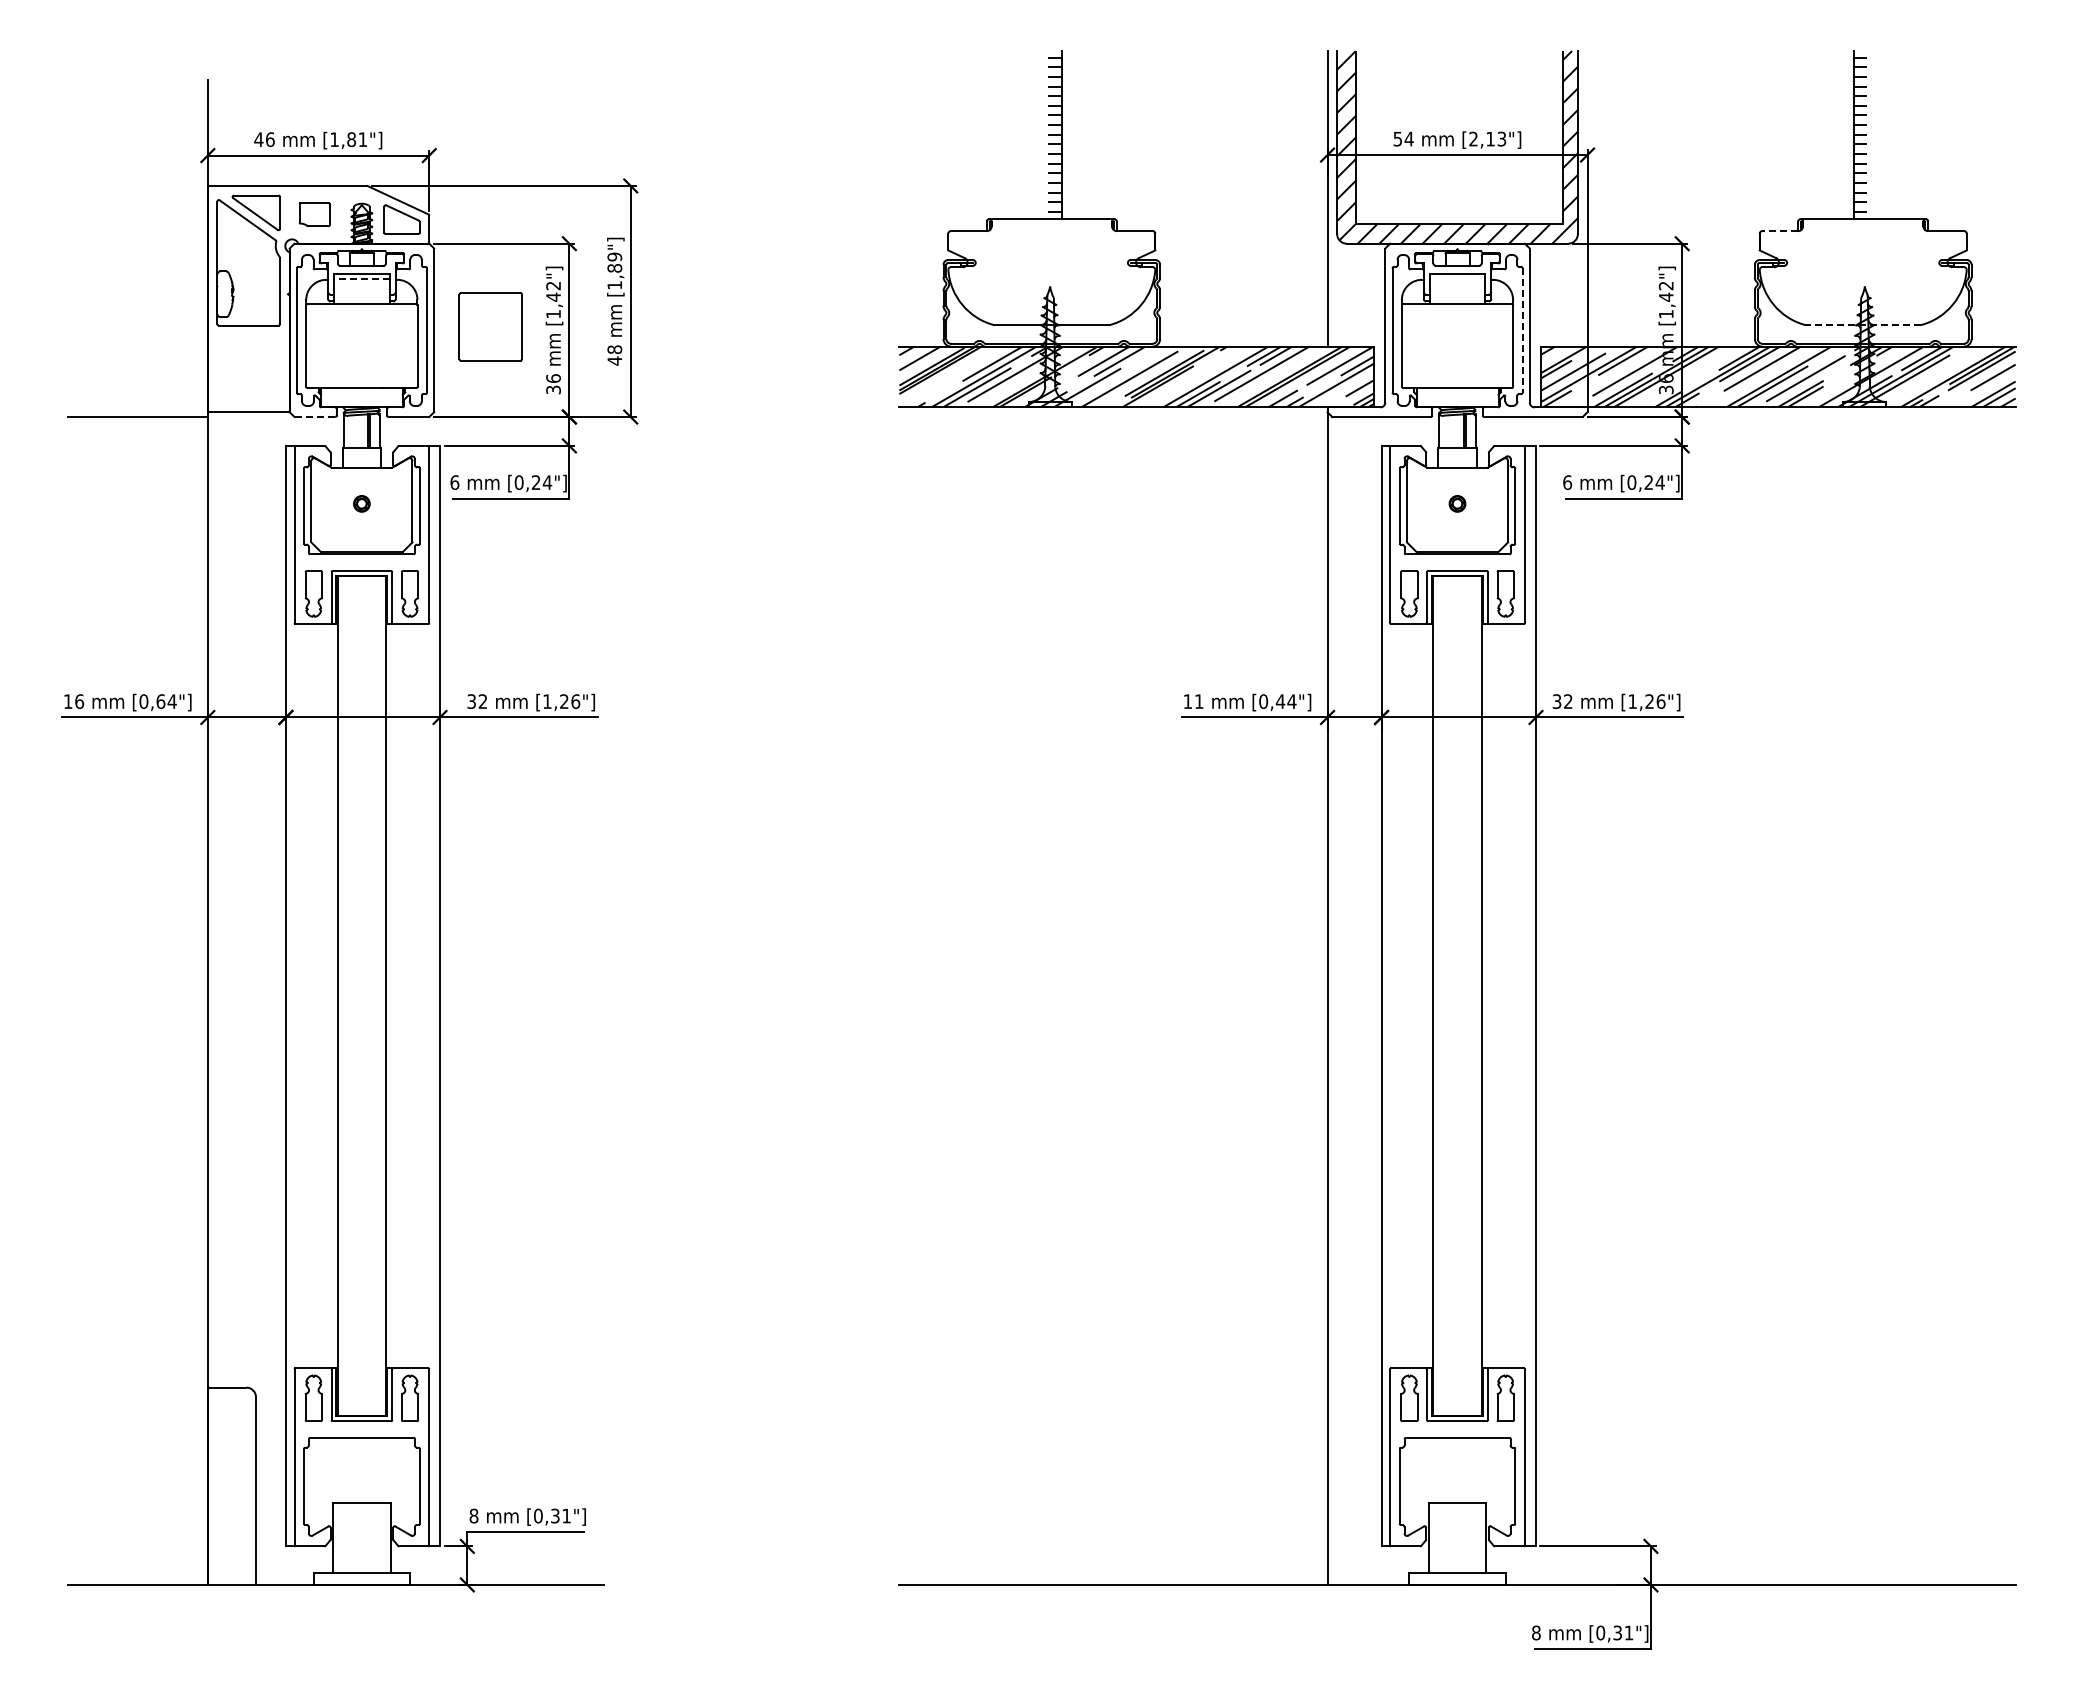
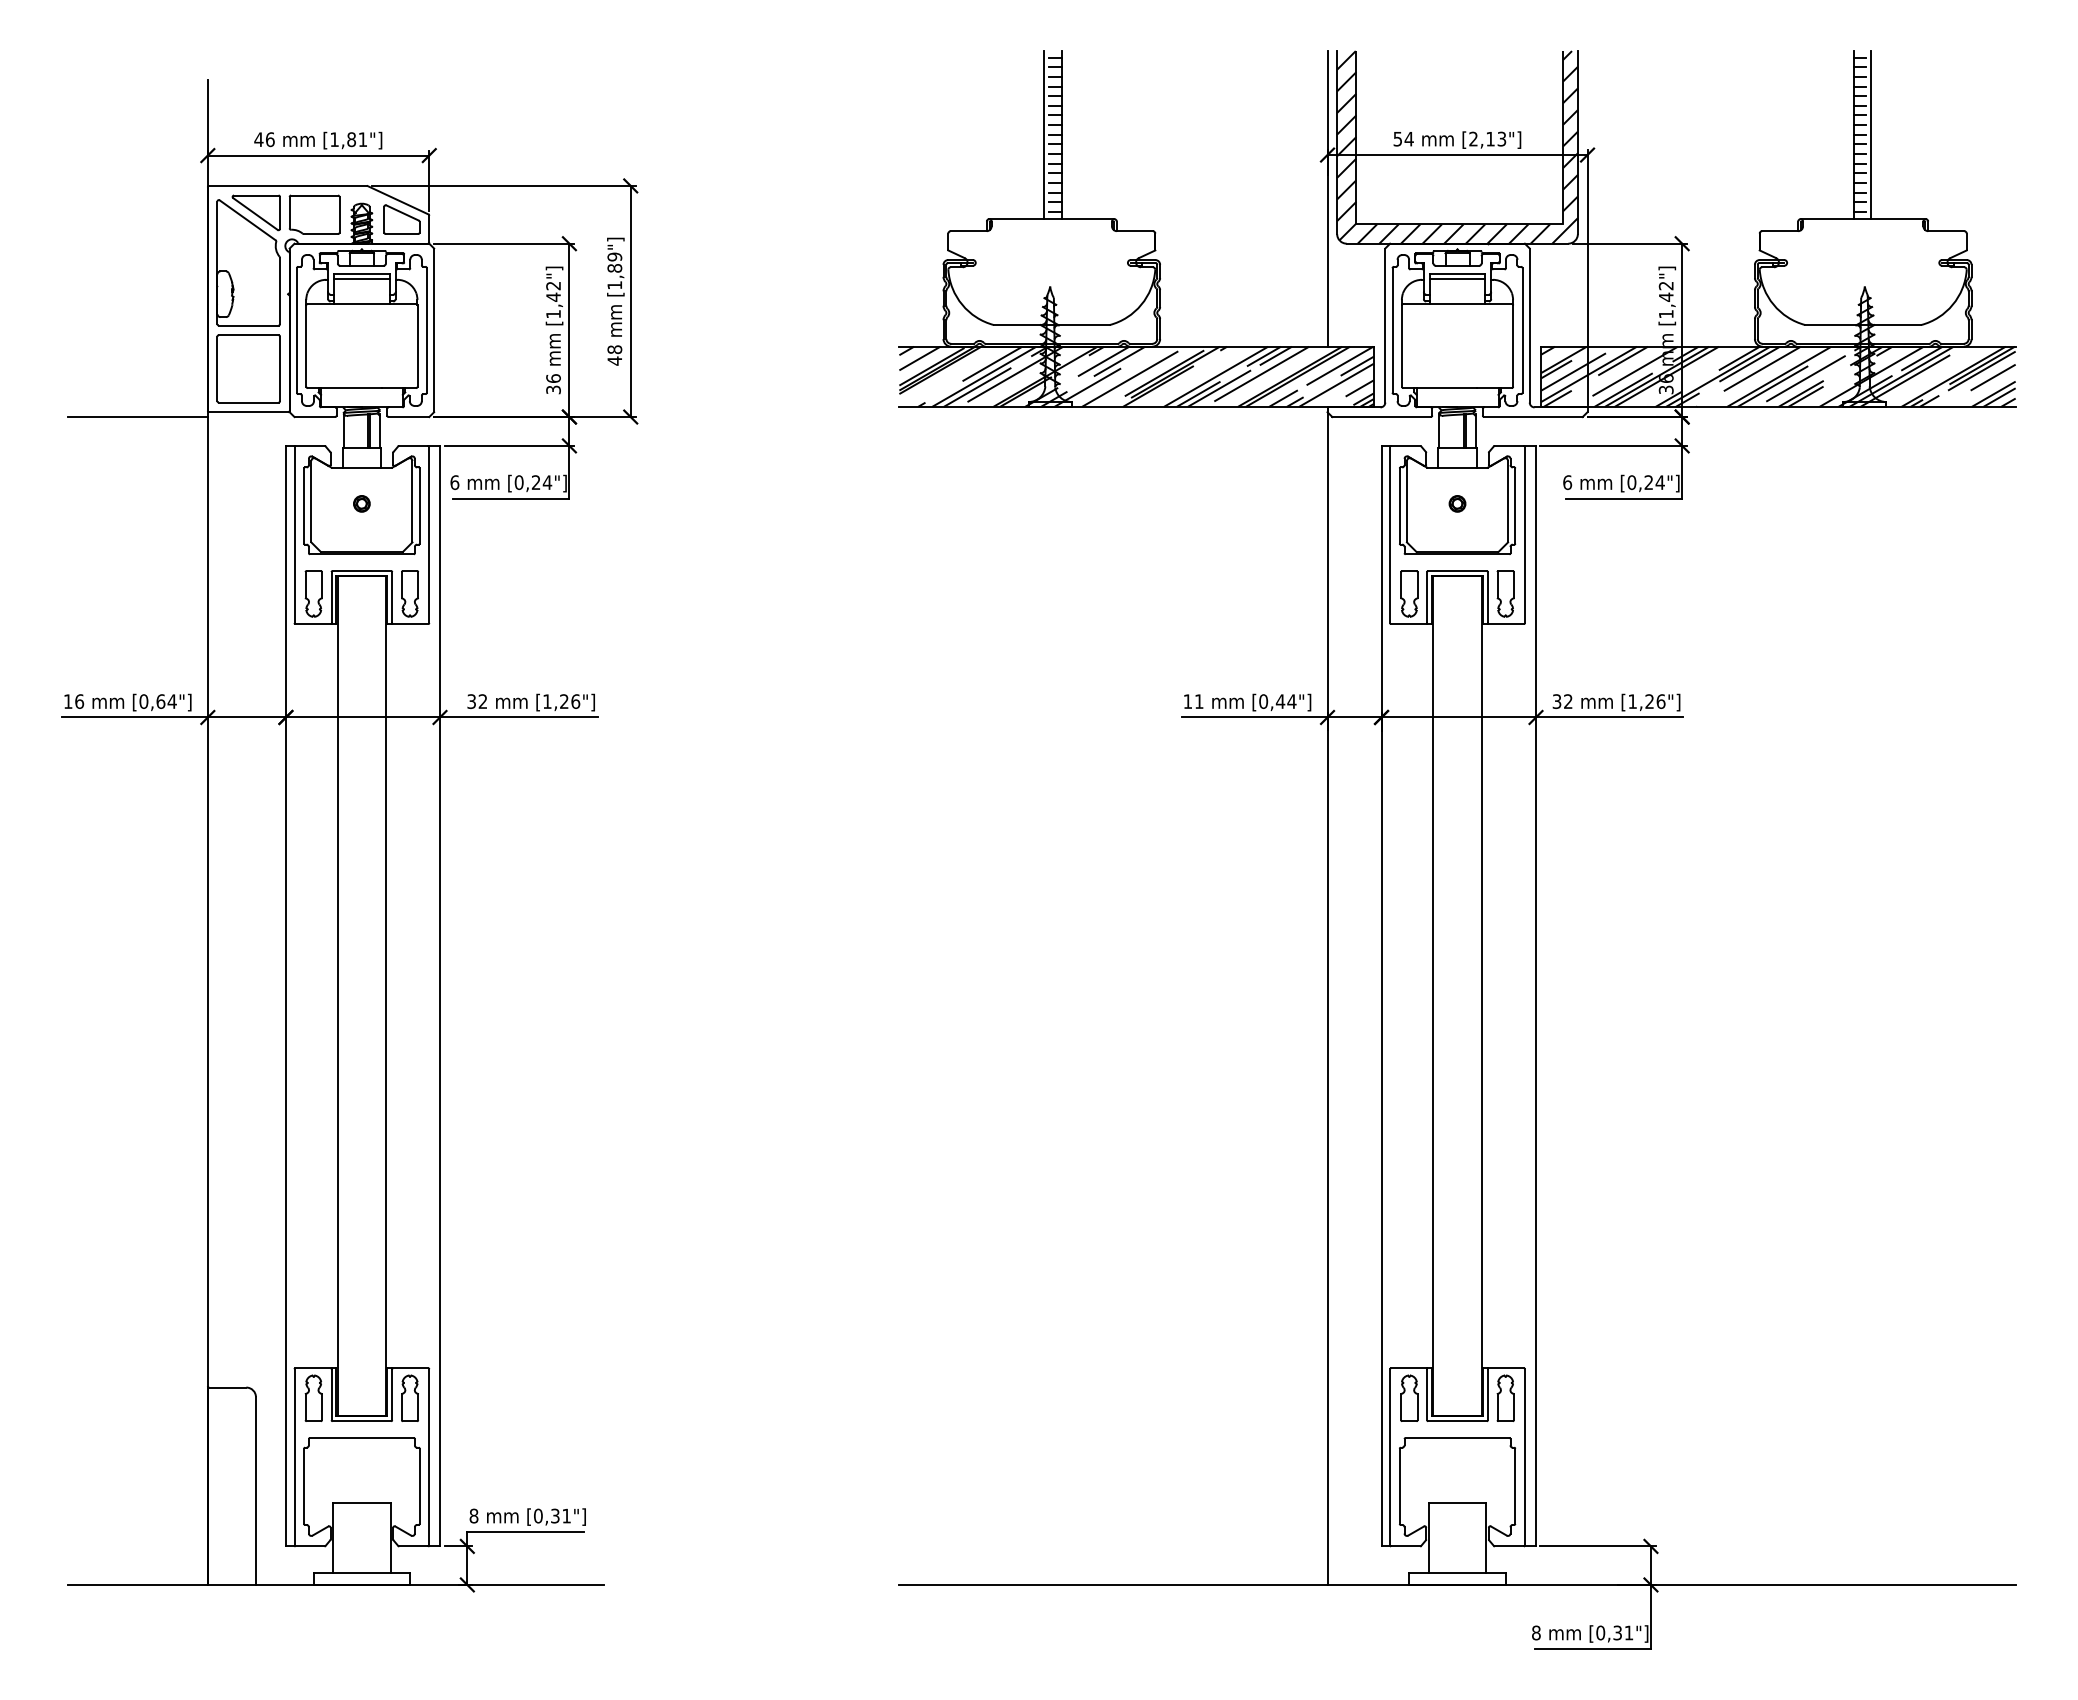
line at (1043, 135): none -> present
line at (1871, 135): none -> present
part at (314, 214) size: 33x25 px -> 53x41 px
line at (1779, 231): dashed -> solid
line at (361, 278): dashed -> solid
line at (1457, 278): none -> present
line at (1863, 325): dashed -> solid
part at (490, 326) position: (490, 326) -> (248, 368)
line at (1522, 330): dashed -> solid
line at (314, 417): dashed -> solid
